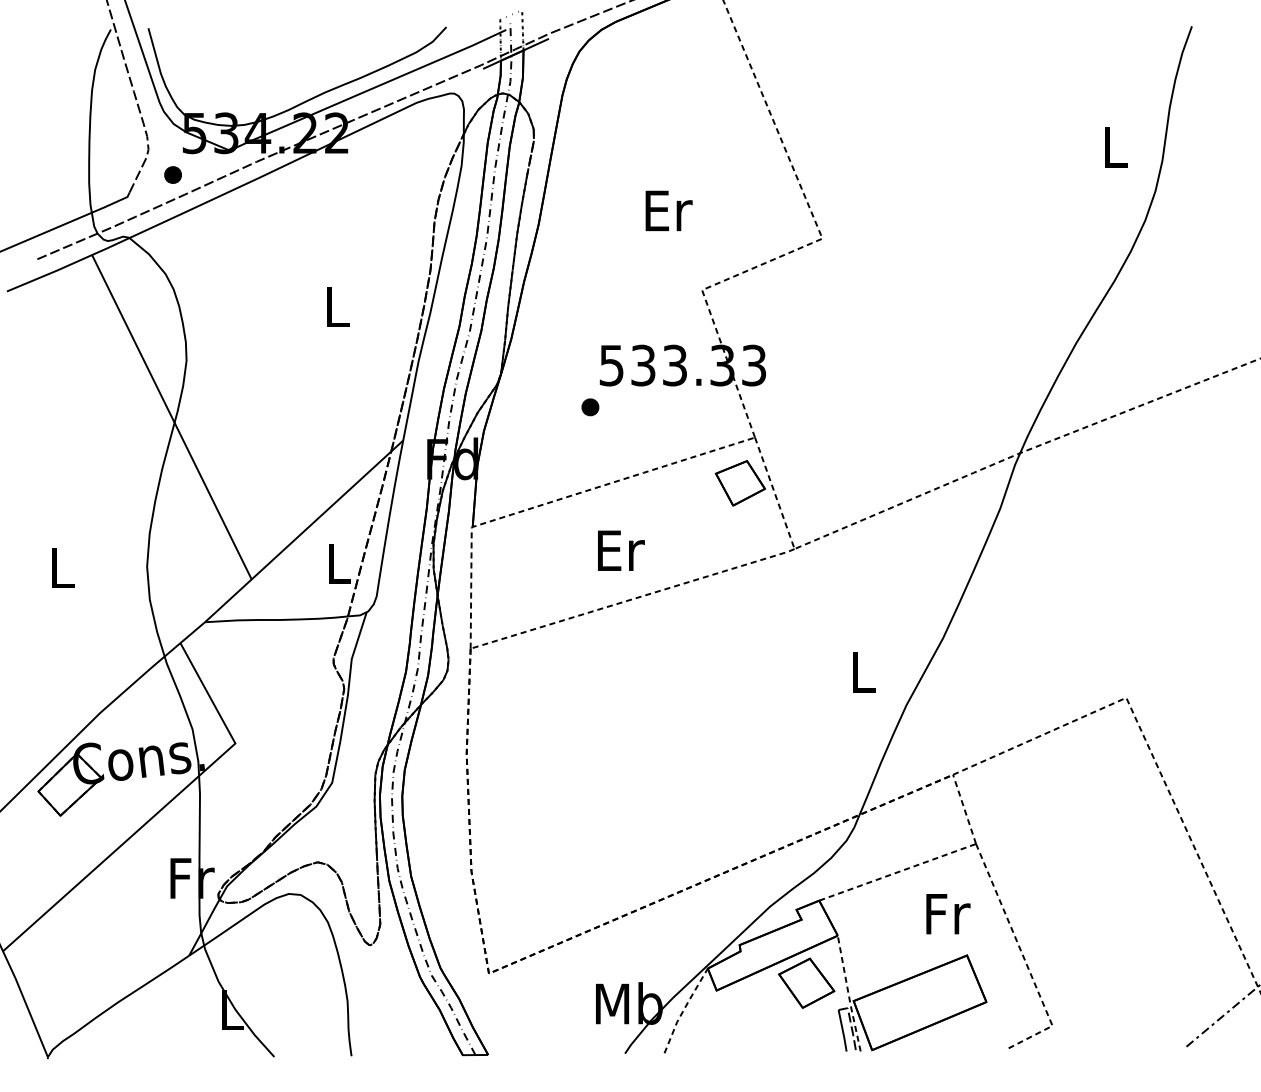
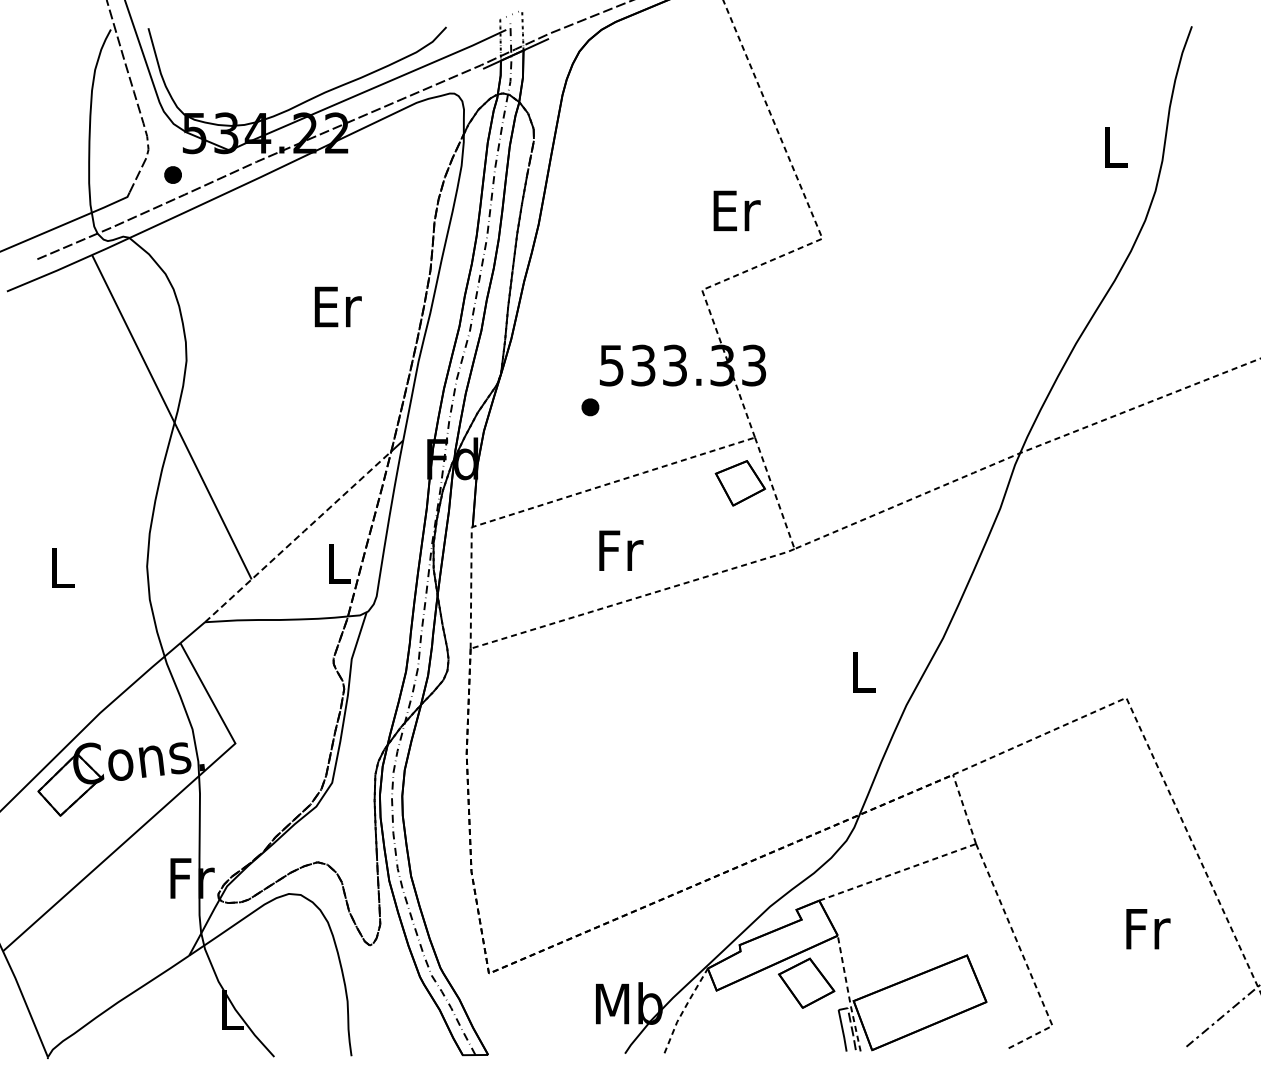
text at (668, 210) position: (668, 210) -> (736, 210)
text at (337, 306): L -> Er
line at (298, 536): solid -> dashed
text at (621, 550): Er -> Fr
text at (948, 914) position: (948, 914) -> (1148, 929)
